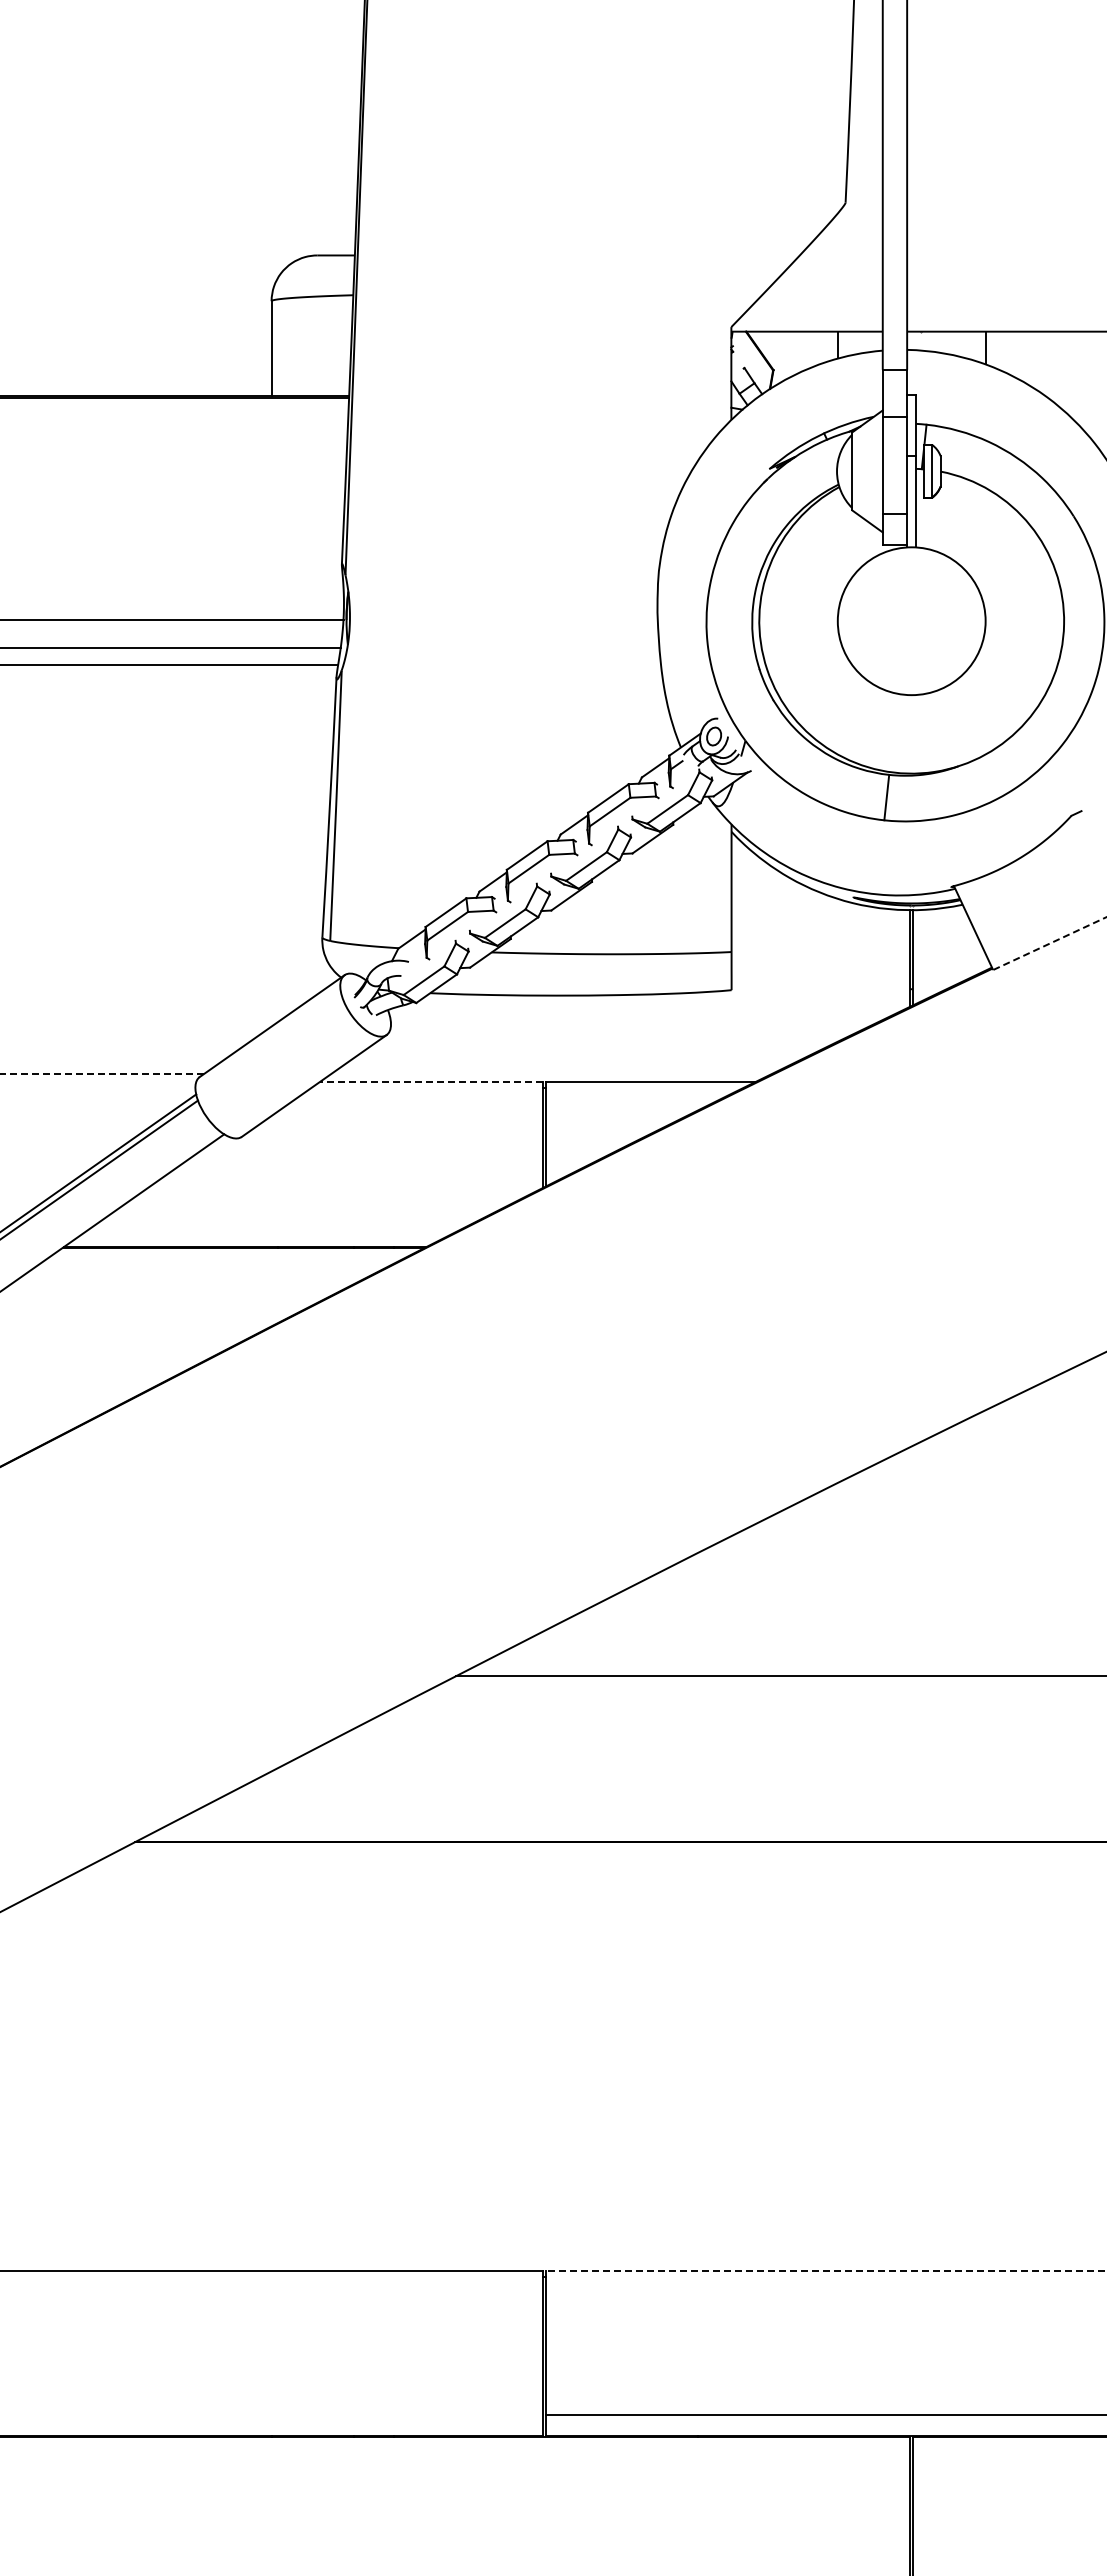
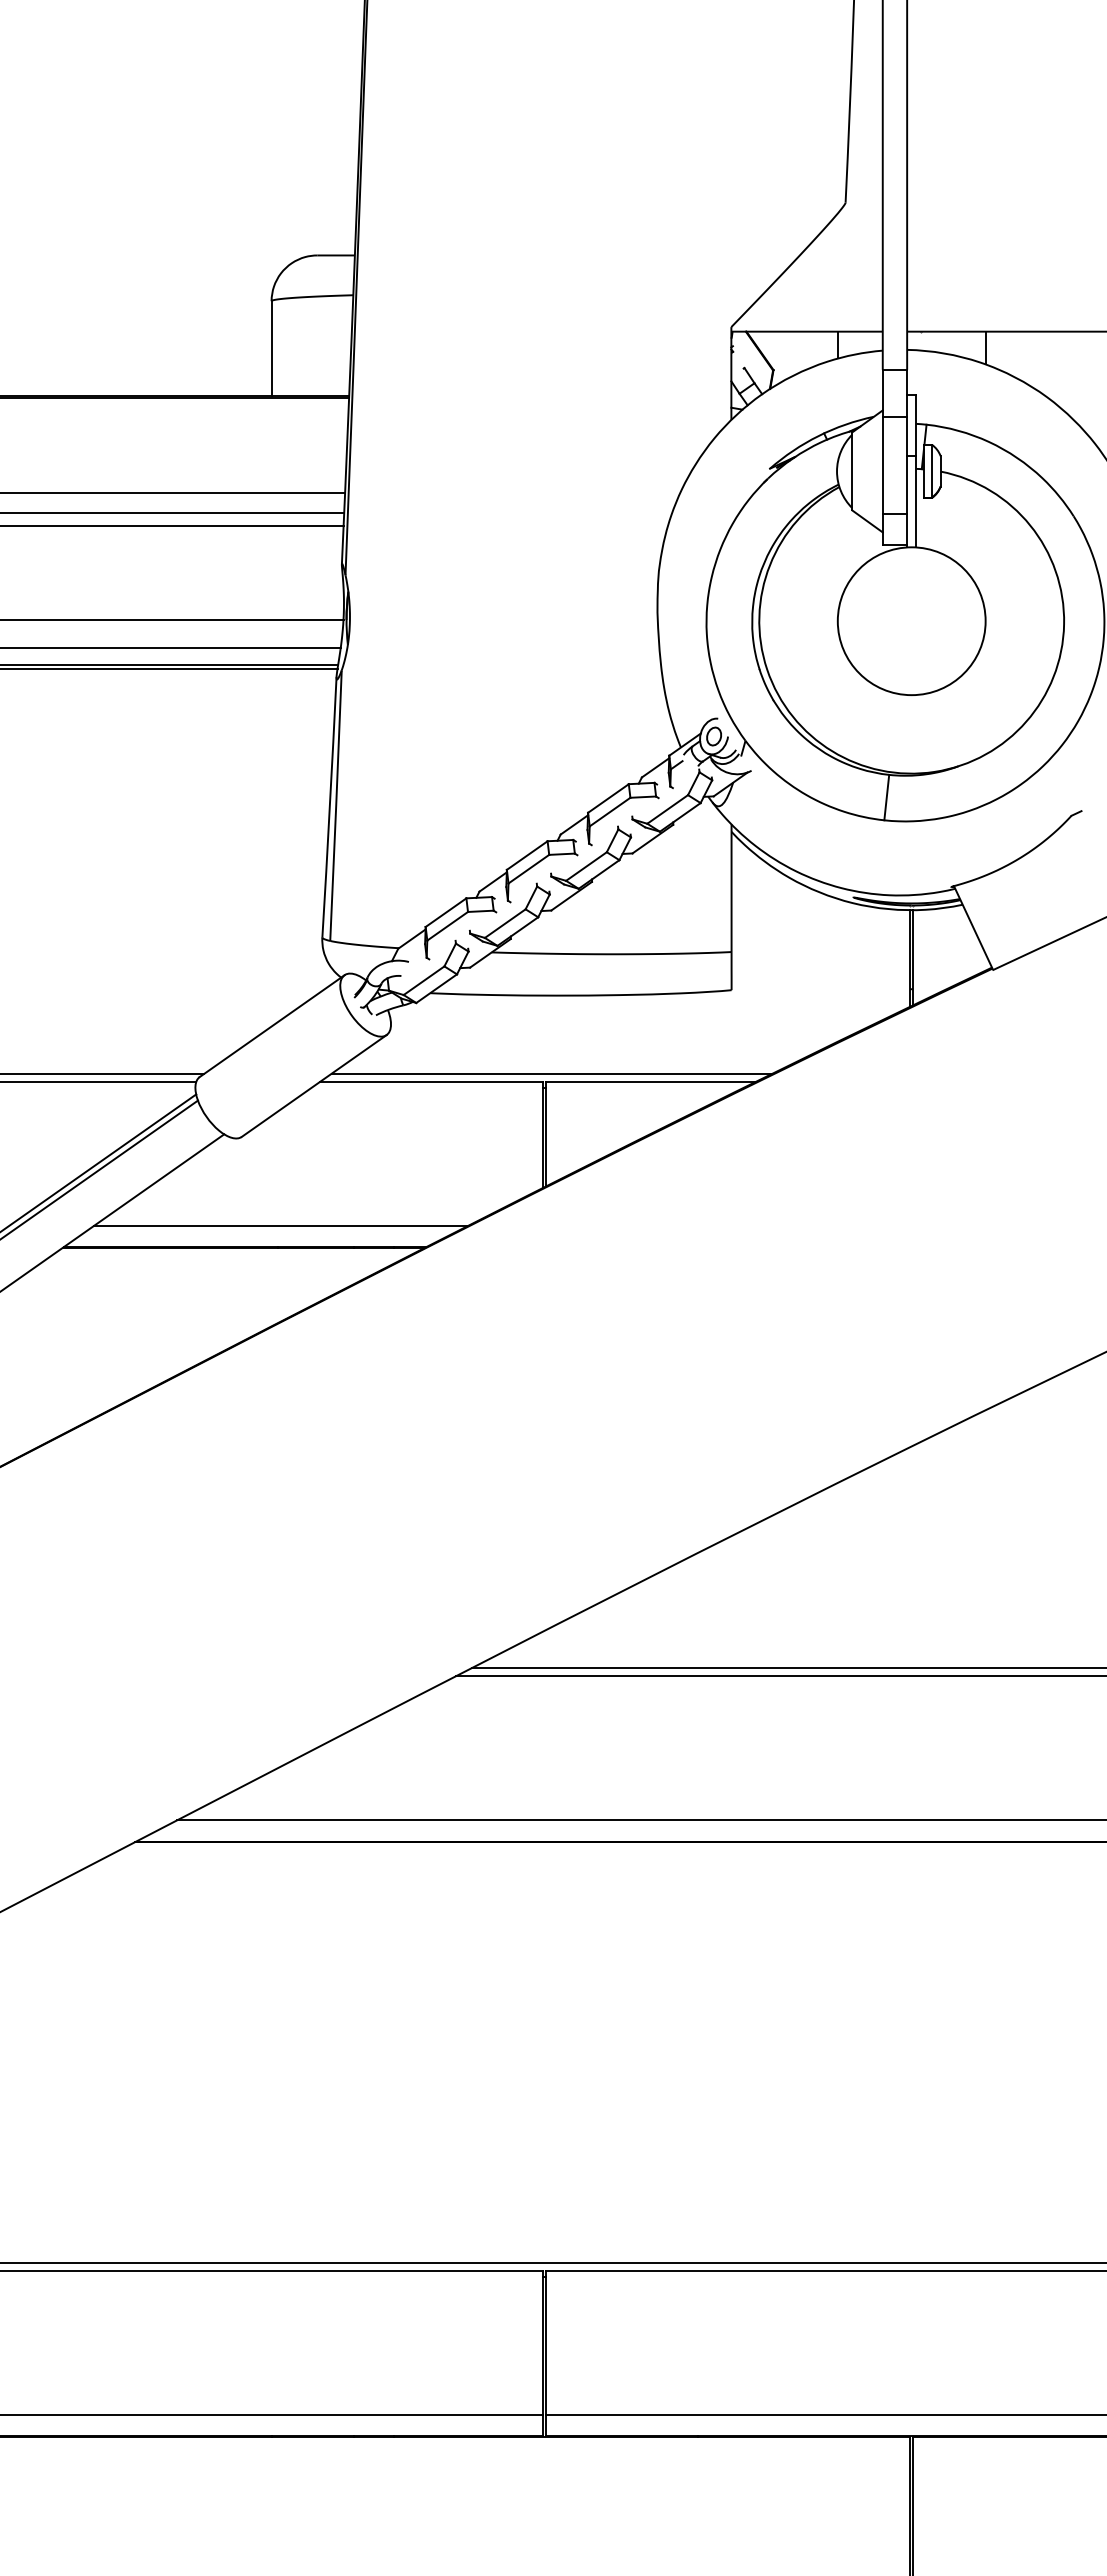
line at (173, 492): none -> present
line at (173, 512): none -> present
line at (172, 525): none -> present
line at (169, 668): none -> present
line at (1050, 943): dashed -> solid
line at (102, 1073): dashed -> solid
line at (551, 1073): none -> present
line at (99, 1081): none -> present
line at (430, 1081): dashed -> solid
line at (280, 1226): none -> present
line at (787, 1668): none -> present
line at (640, 1820): none -> present
line at (552, 2262): none -> present
line at (825, 2270): dashed -> solid
line at (272, 2414): none -> present
